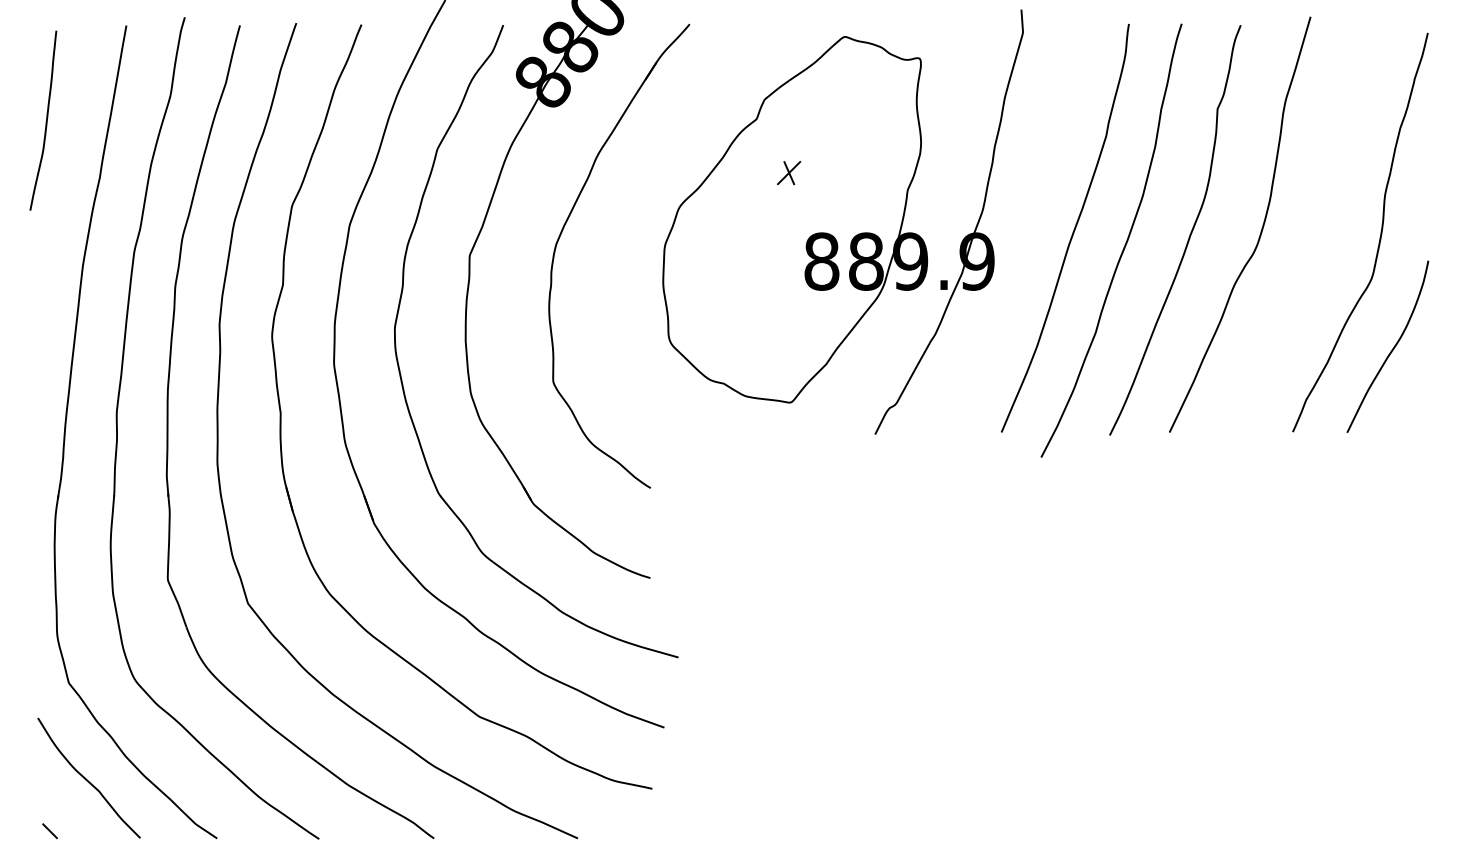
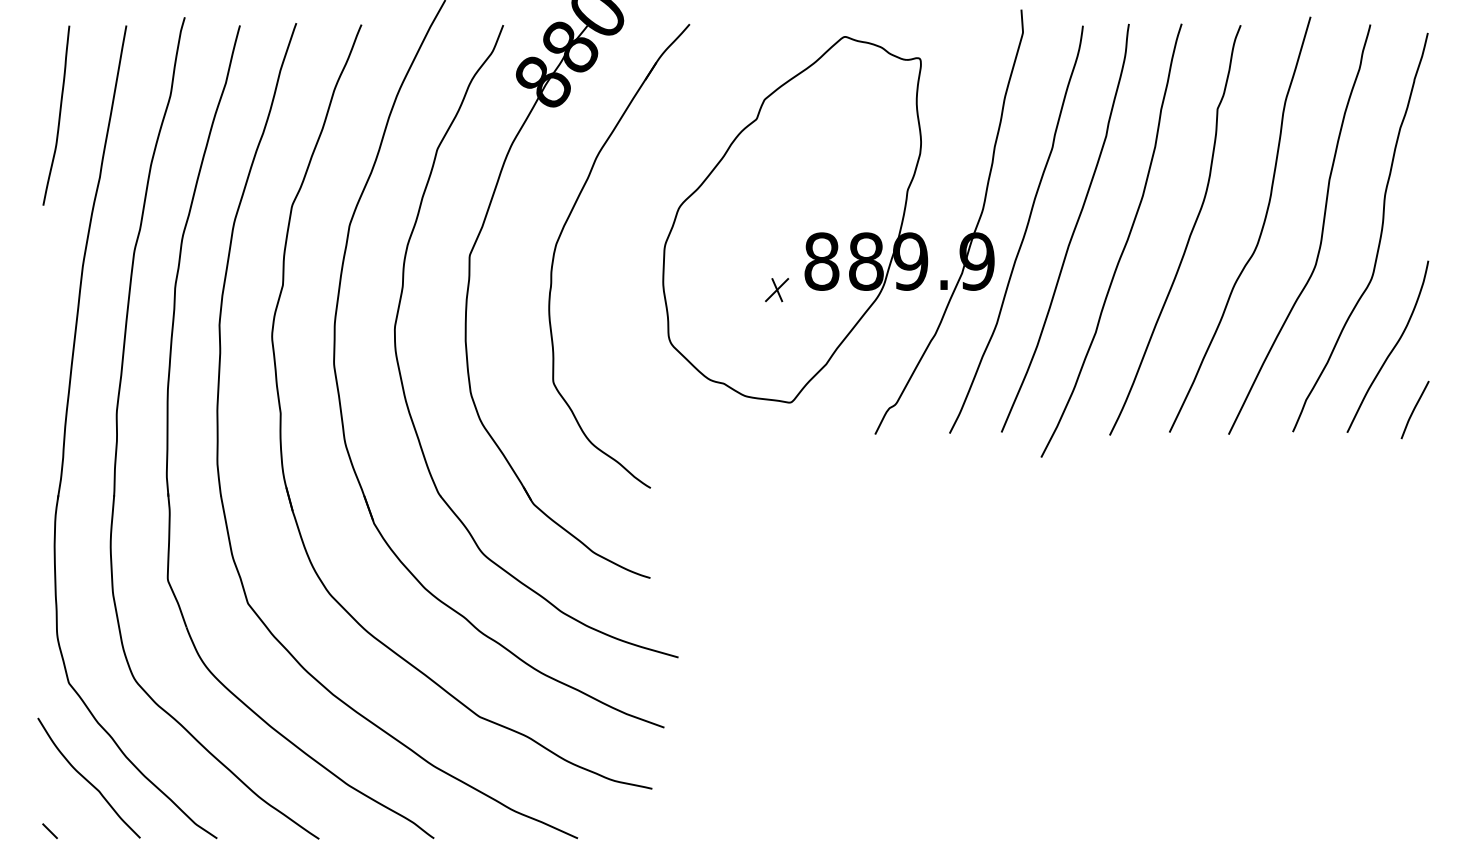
curve at (45, 121) position: (45, 121) -> (58, 116)
part at (789, 173) position: (789, 173) -> (777, 290)
curve at (1321, 230): none -> present
curve at (1024, 231): none -> present
curve at (1414, 409): none -> present
